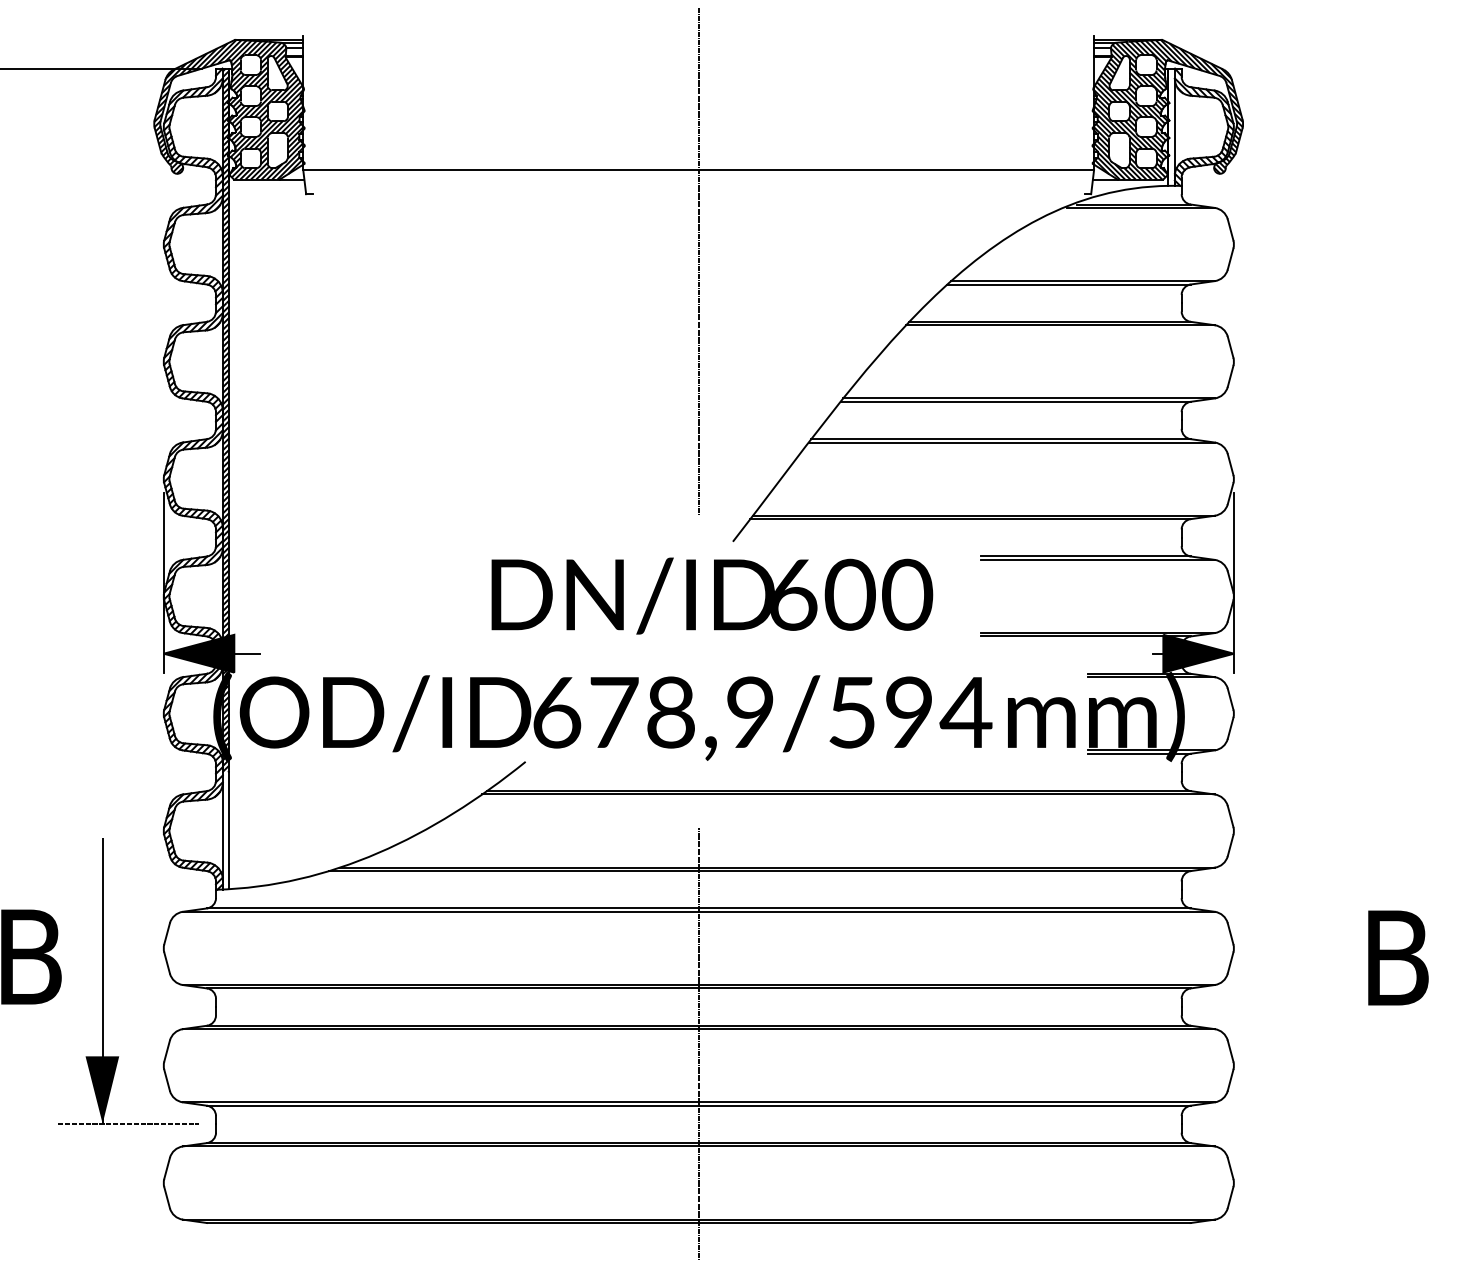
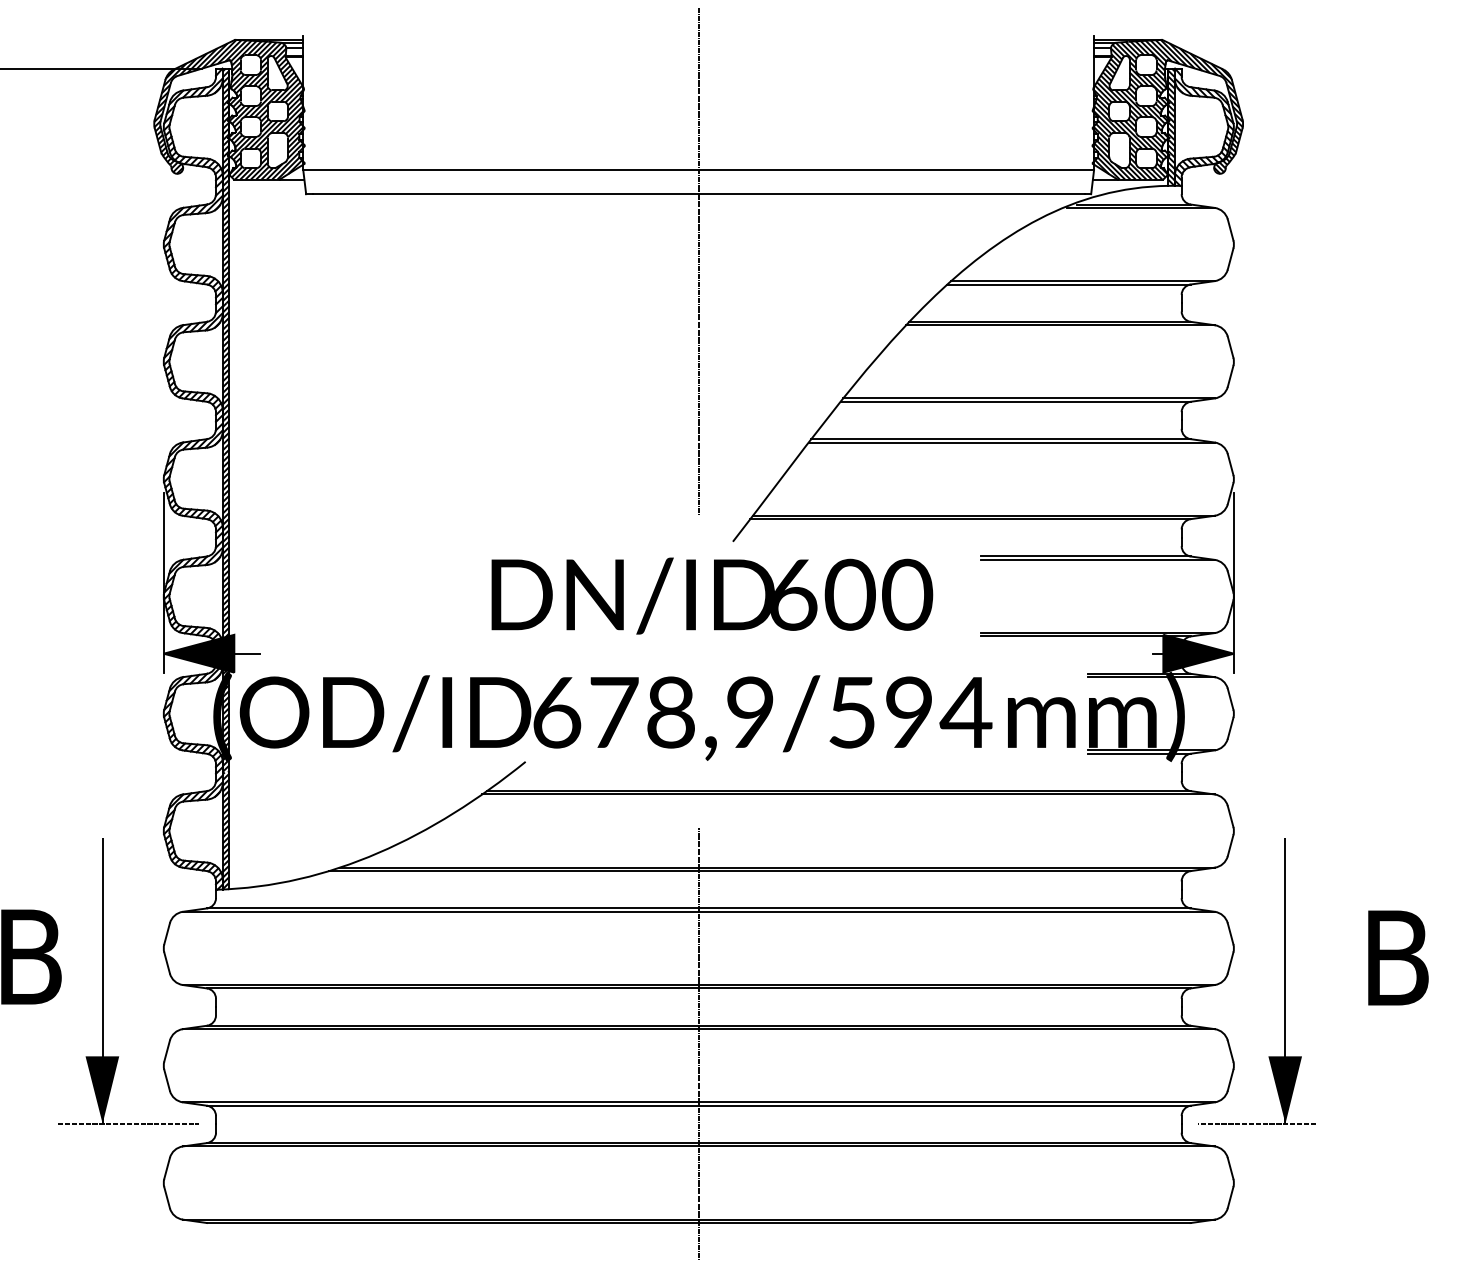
hatch at (1171, 126): none -> present
line at (698, 194): none -> present
hatch at (225, 830): none -> present
part at (1284, 981): none -> present
